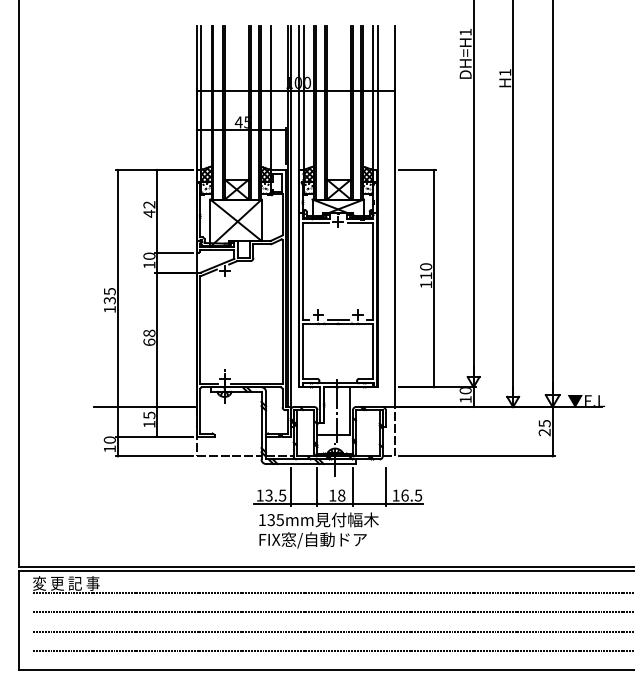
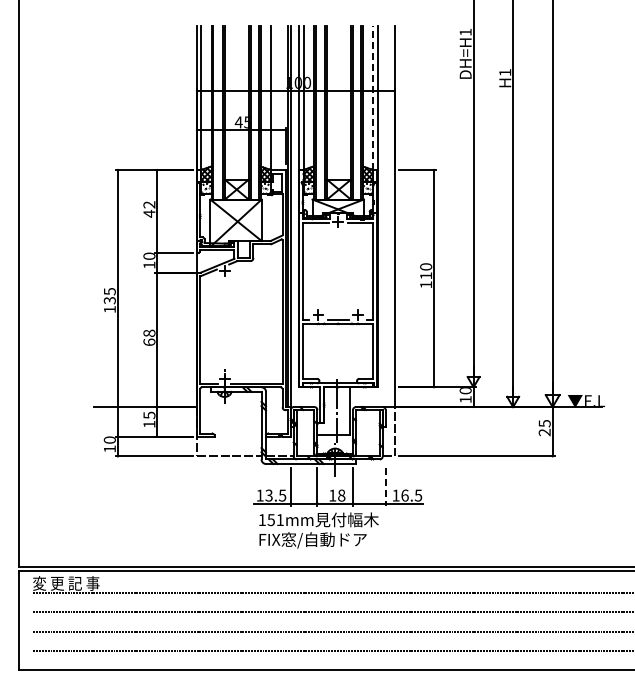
line at (372, 97): solid -> dashed
line at (385, 486): solid -> dashed
text at (275, 520): 135mm -> 151mm
